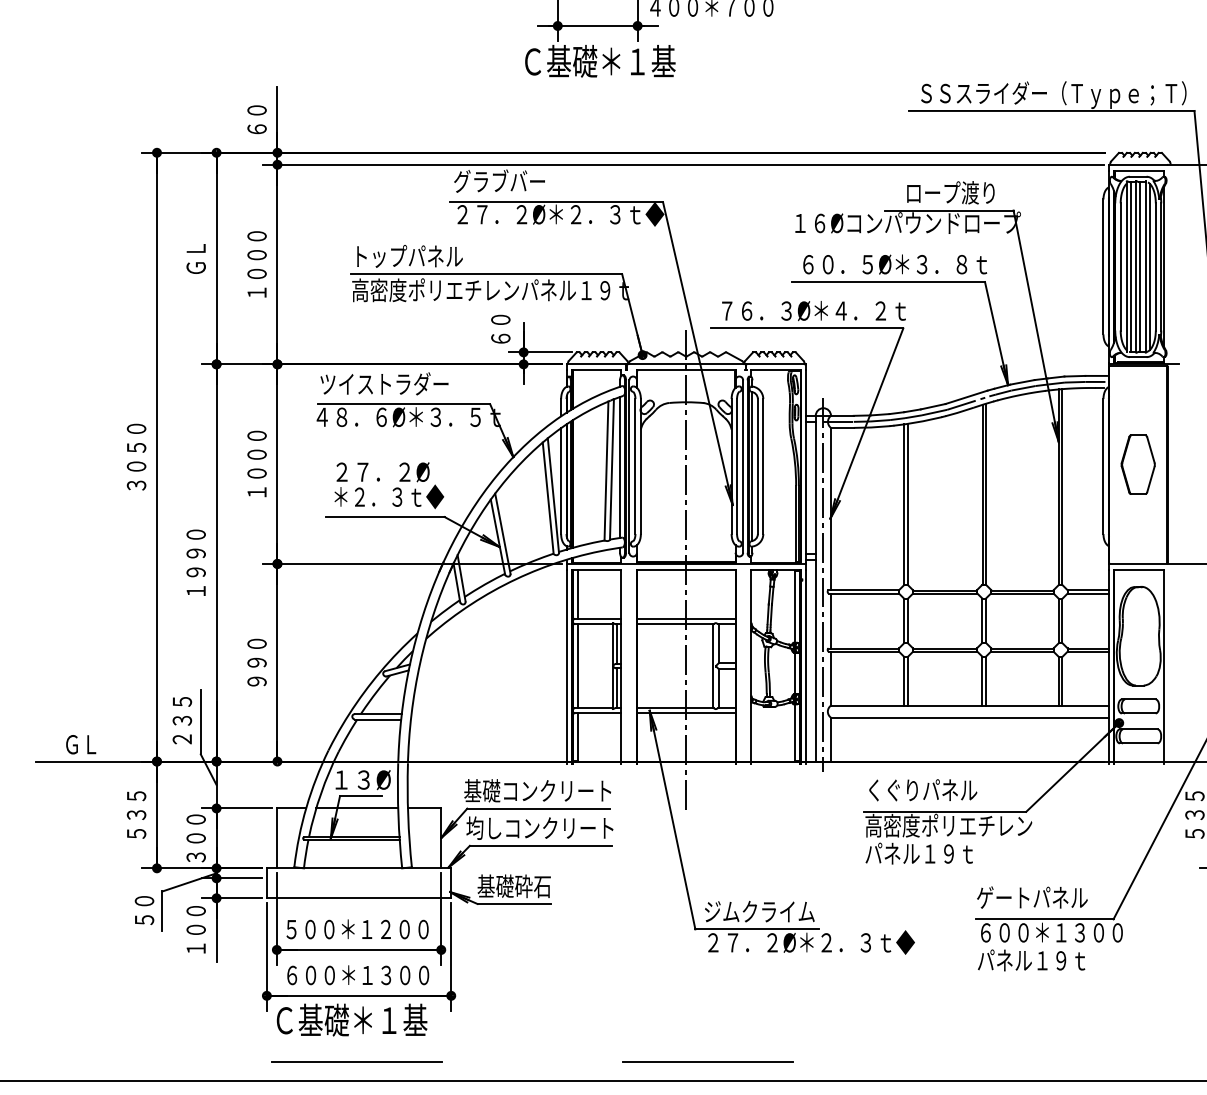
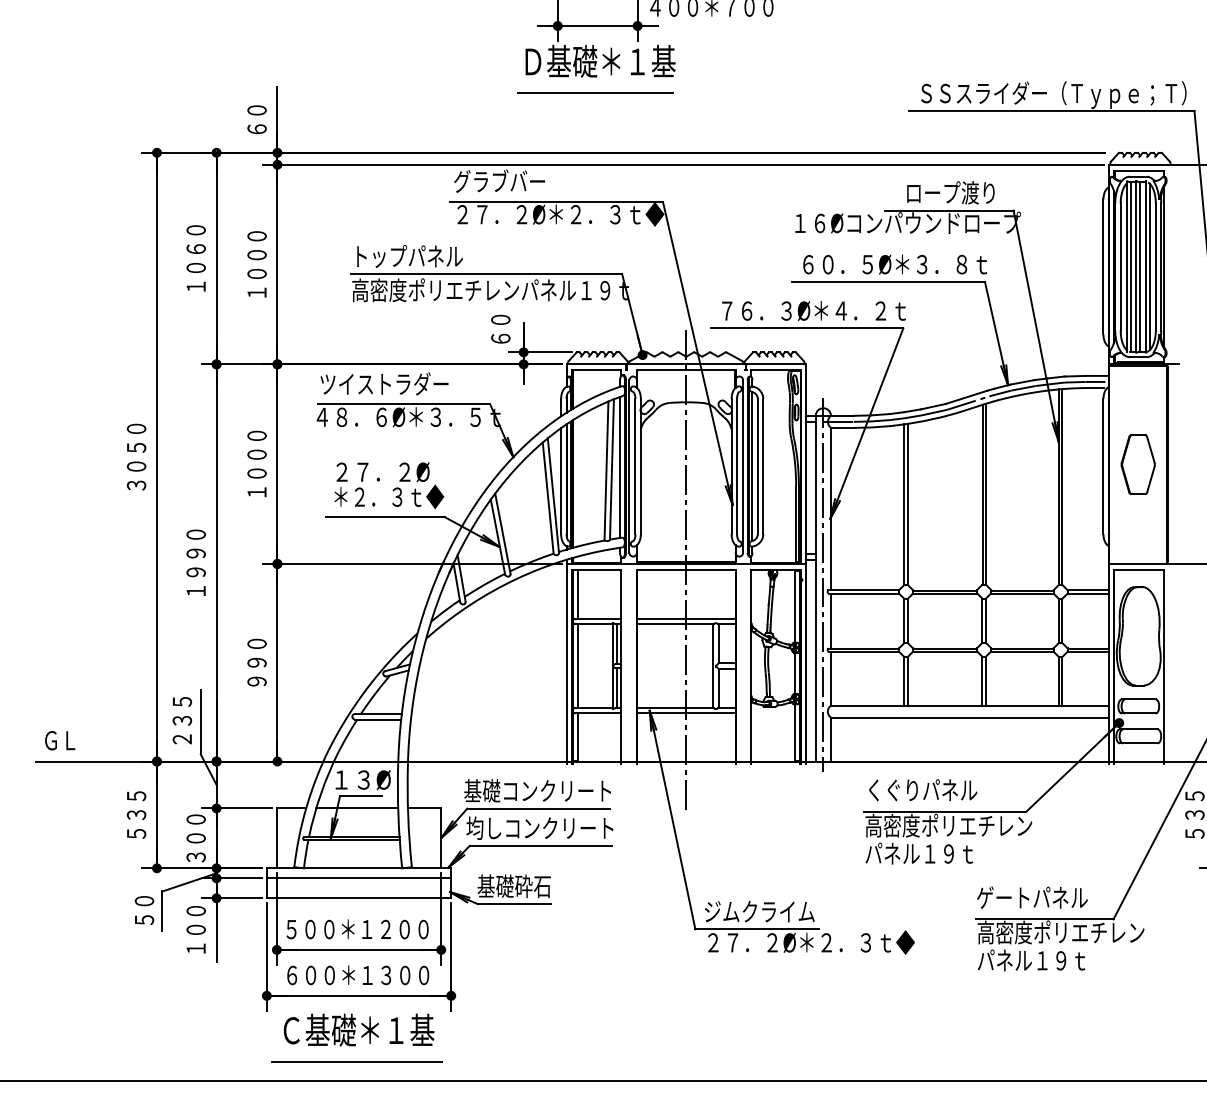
text at (533, 61): Ｃ基礎＊１基 -> Ｄ基礎＊１基
line at (595, 93): none -> present
text at (195, 258): ＧＬ -> １０６０
text at (81, 744) position: (81, 744) -> (60, 740)
line at (358, 878): none -> present
text at (1060, 932): ６００＊１３００ -> 高密度ポリエチレン
text at (351, 1019) position: (351, 1019) -> (358, 1029)
line at (707, 1061): present -> none
